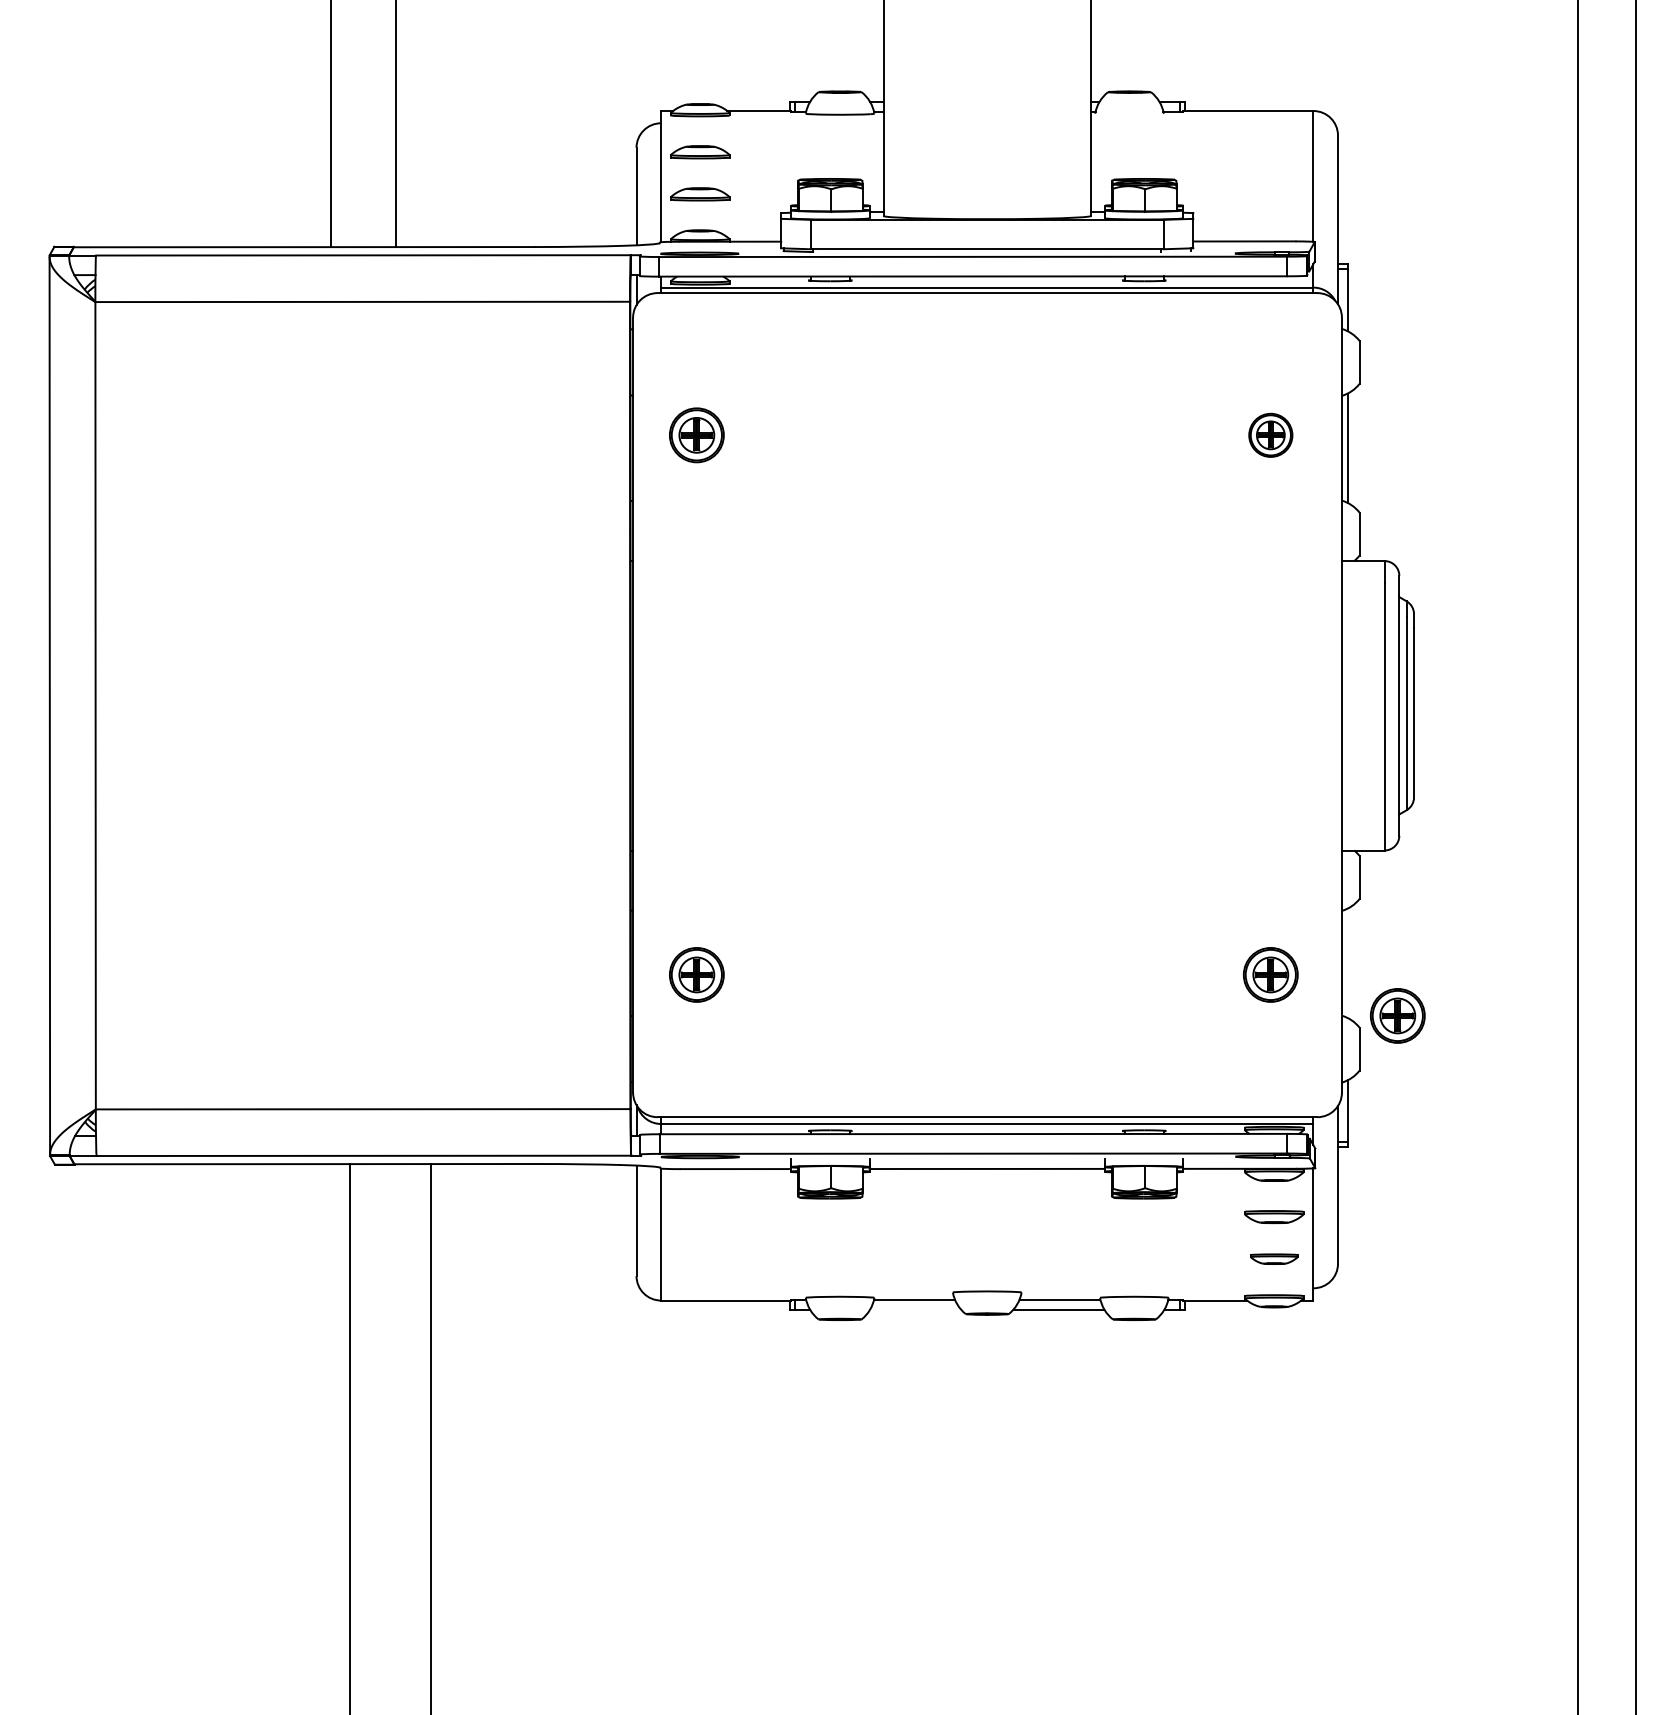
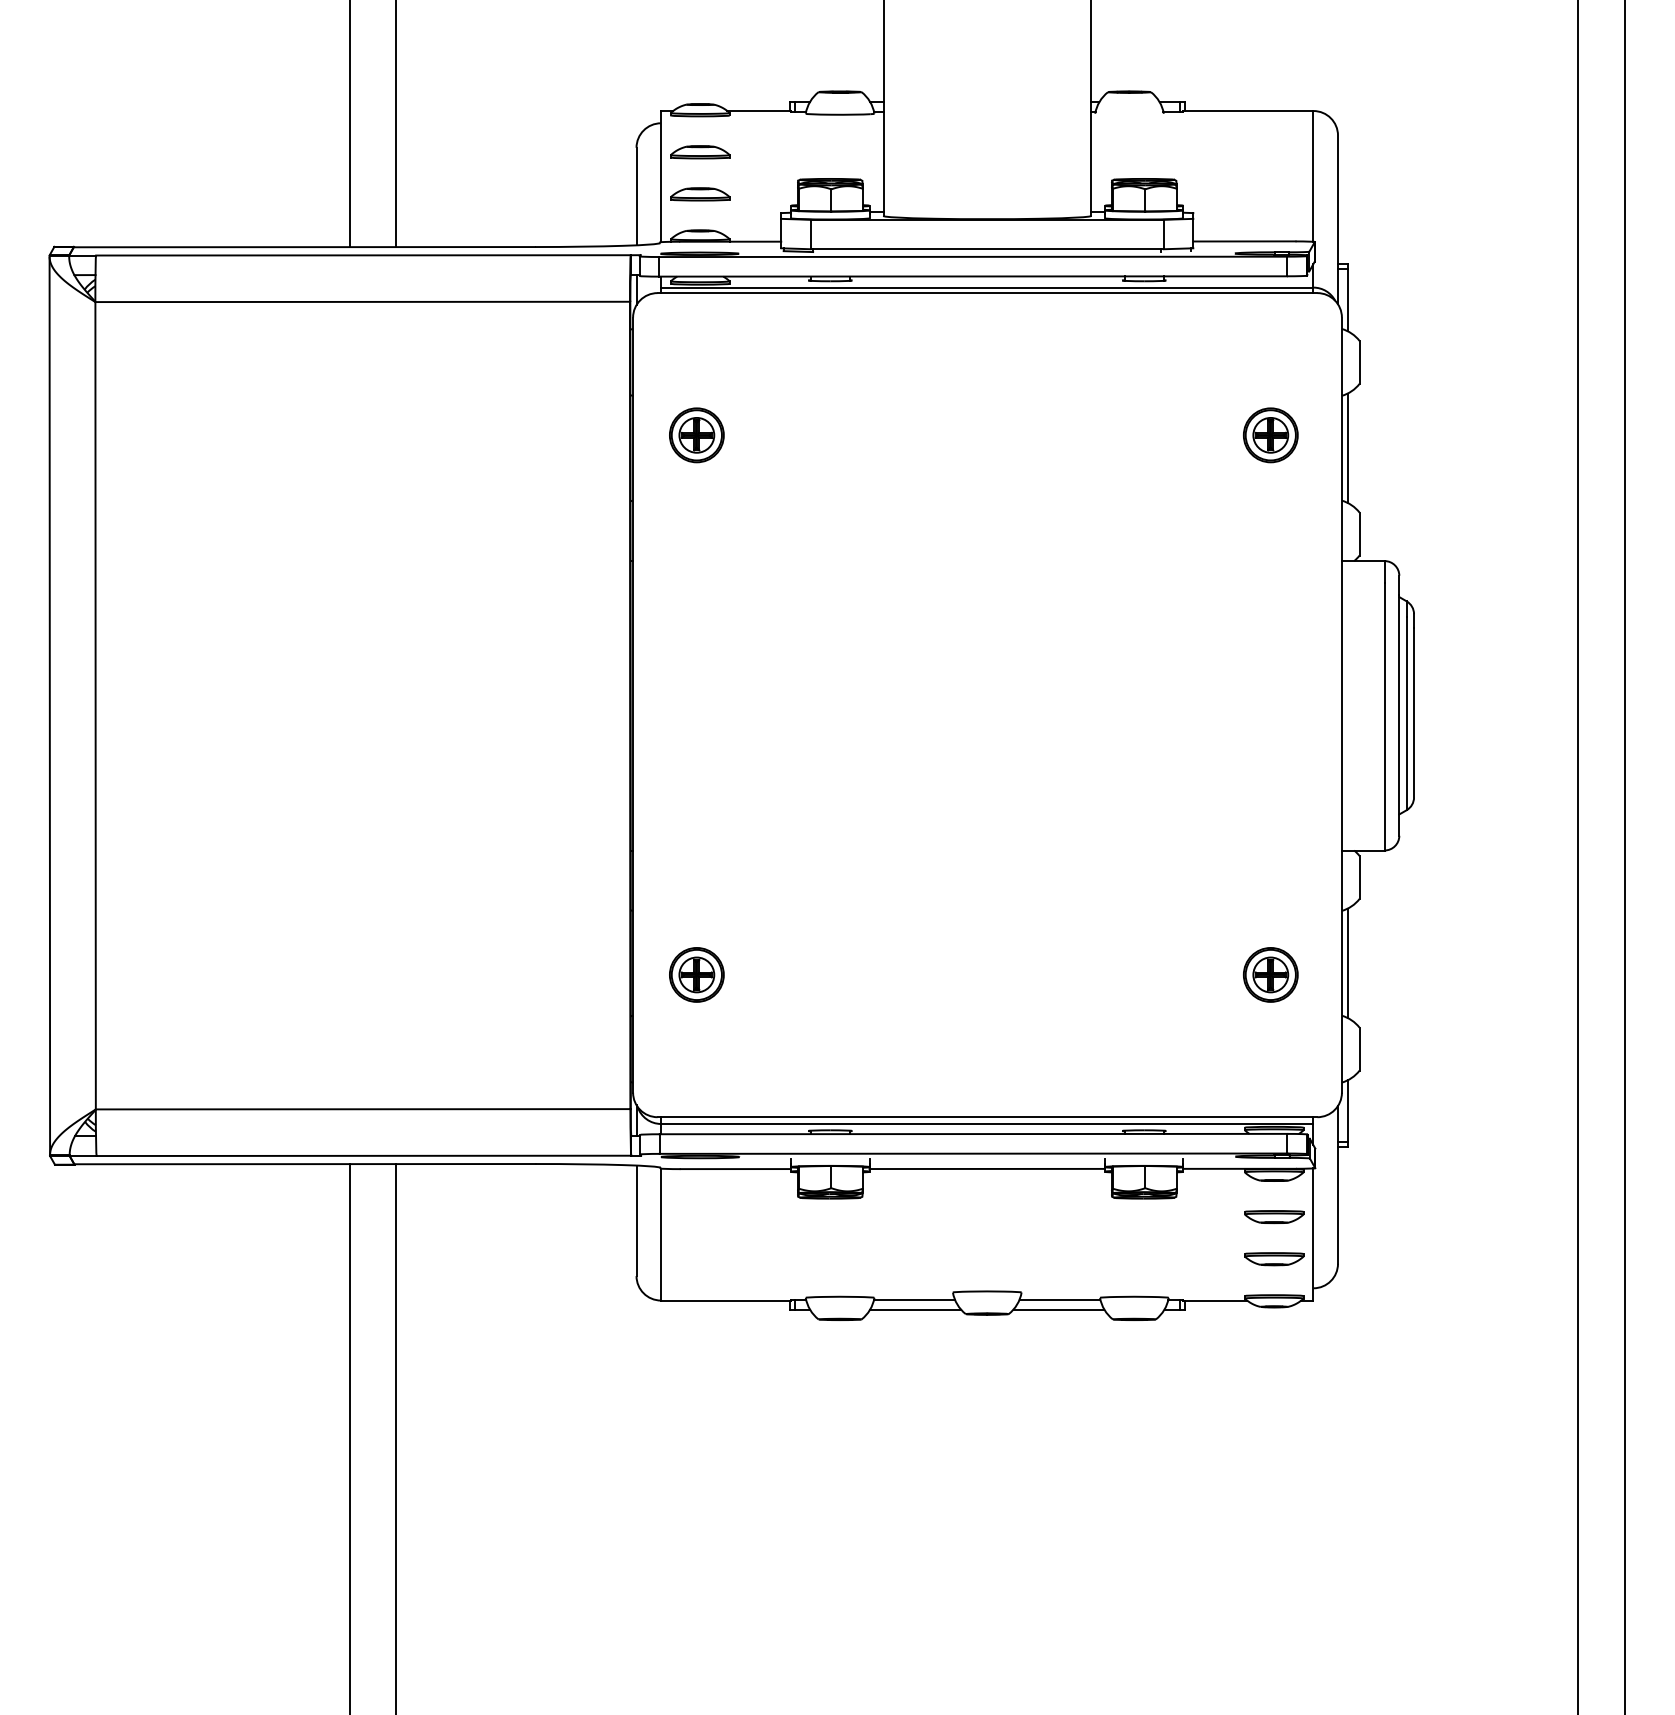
line at (330, 124) position: (330, 124) -> (349, 124)
part at (1270, 434) size: 46x46 px -> 56x57 px
line at (1635, 856) position: (1635, 856) -> (1624, 856)
line at (1347, 963): none -> present
part at (1397, 1015): present -> none
part at (1274, 1258) size: 49x12 px -> 61x15 px
line at (915, 1309): none -> present
line at (431, 1437) position: (431, 1437) -> (396, 1437)
